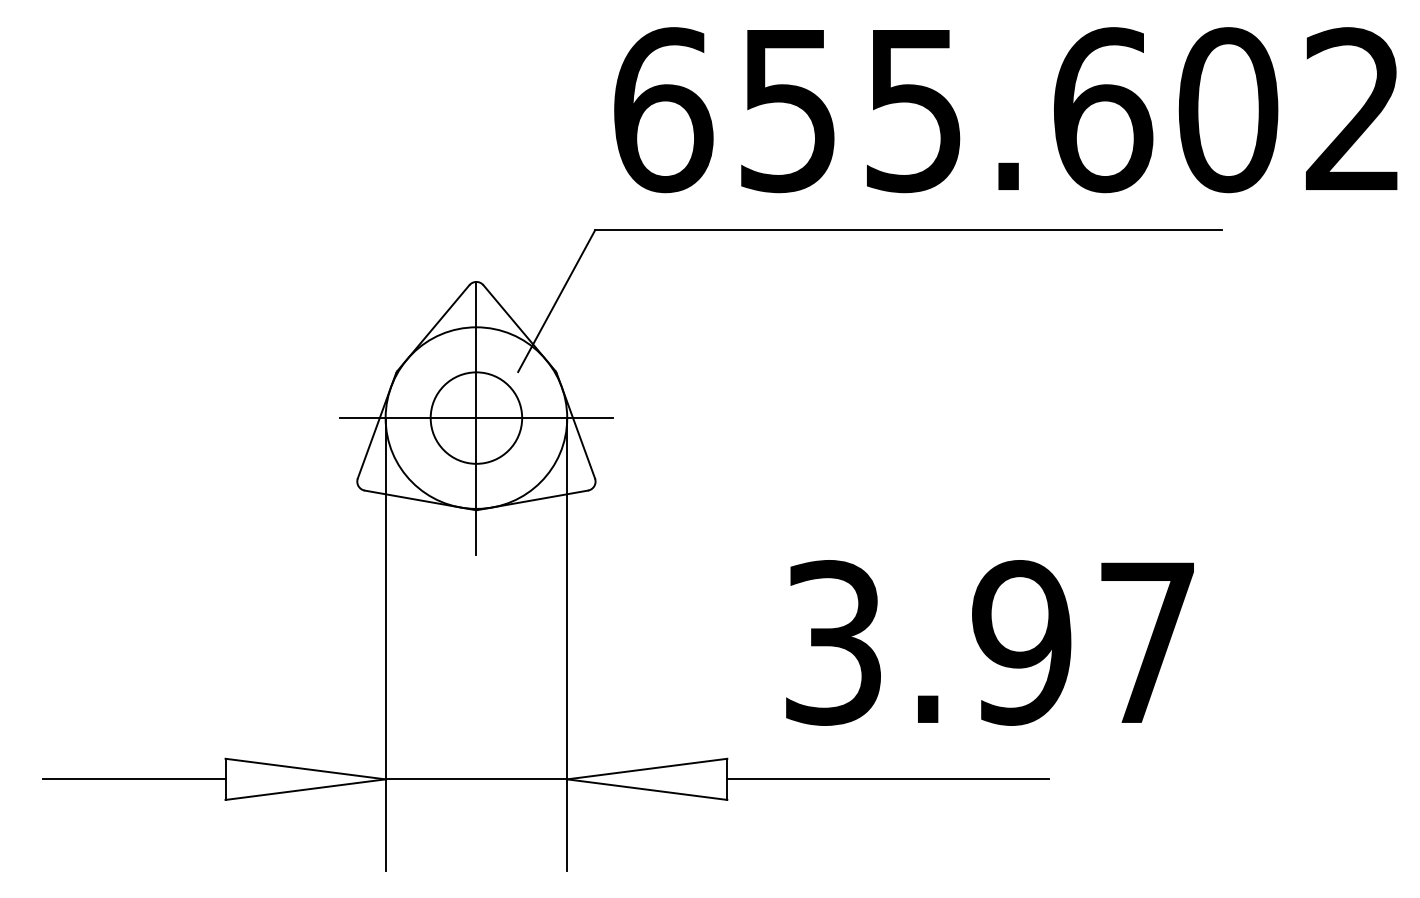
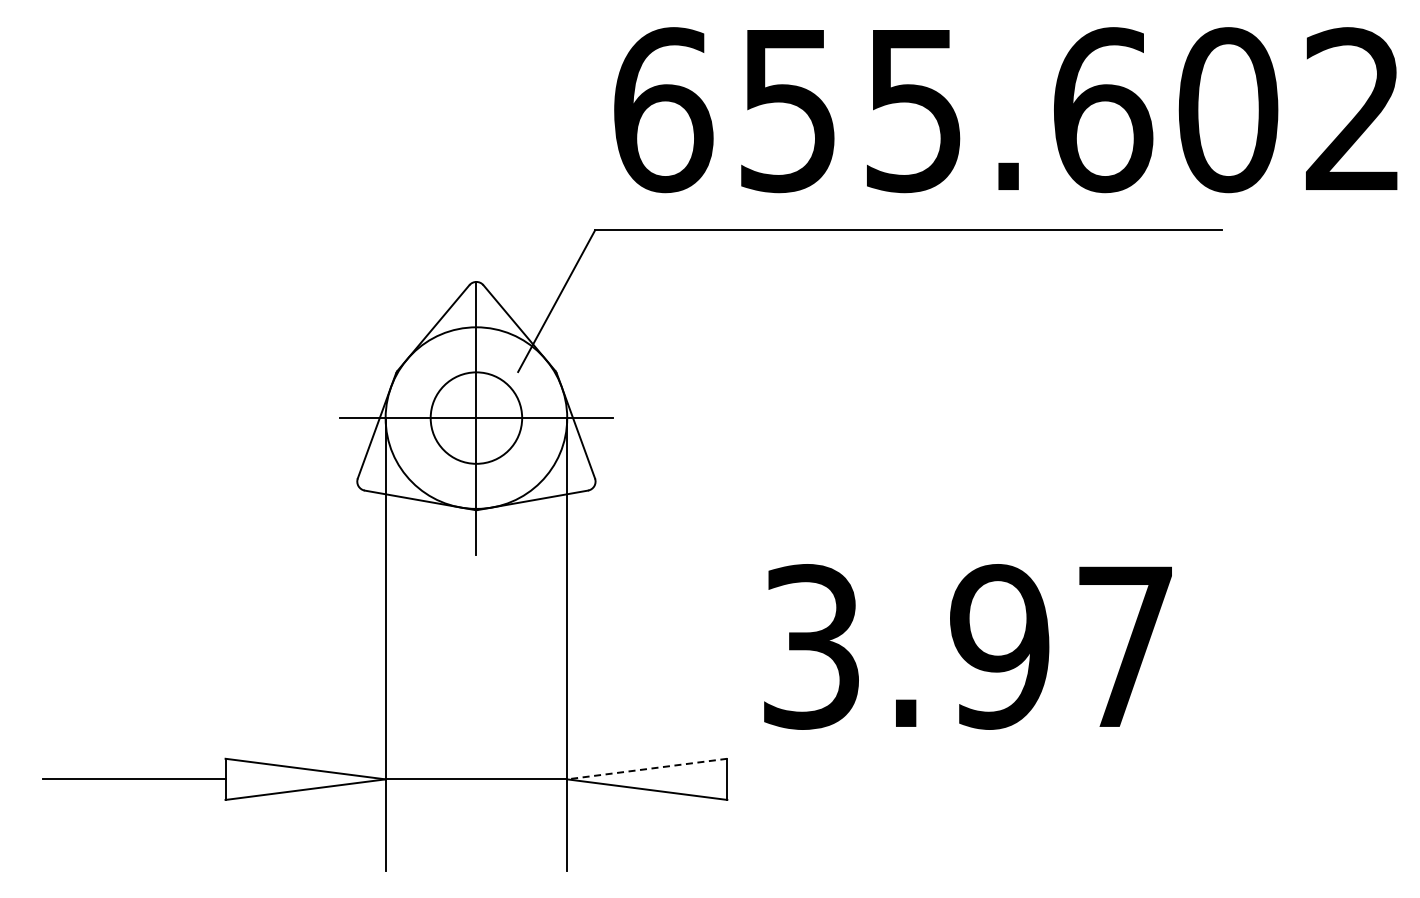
text at (989, 642) position: (989, 642) -> (967, 646)
line at (647, 769): solid -> dashed
line at (887, 779): present -> none
